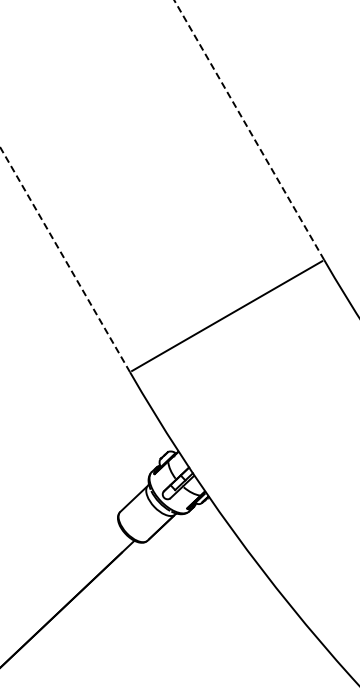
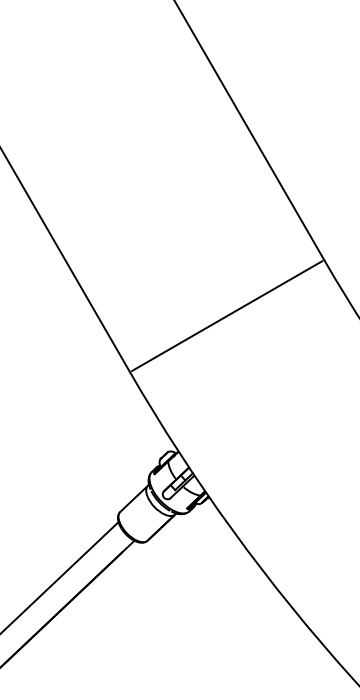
line at (249, 130): dashed -> solid
line at (65, 259): dashed -> solid
line at (60, 577): none -> present
